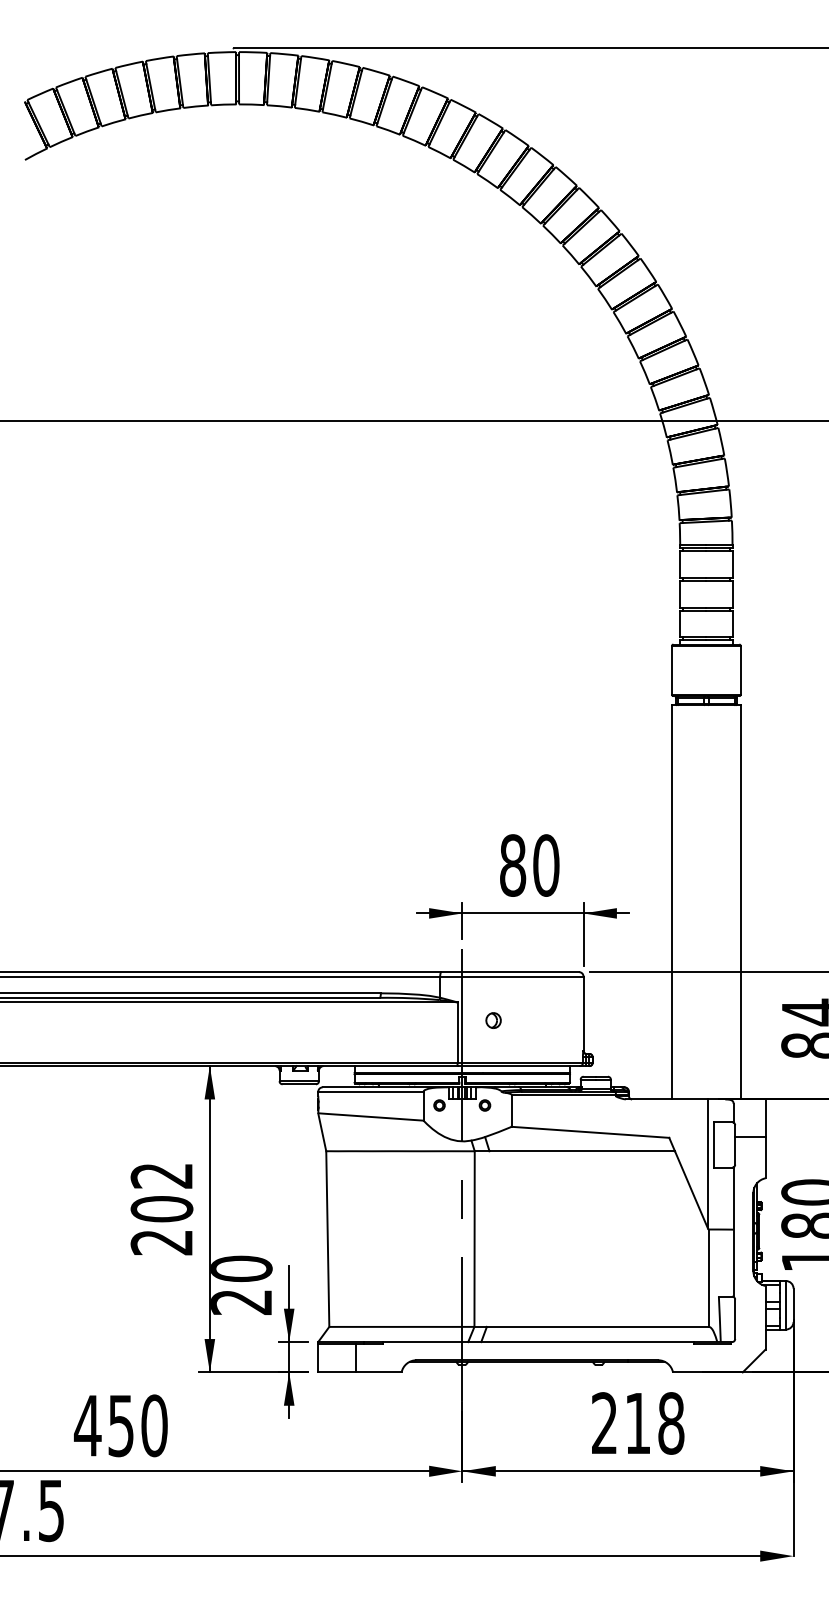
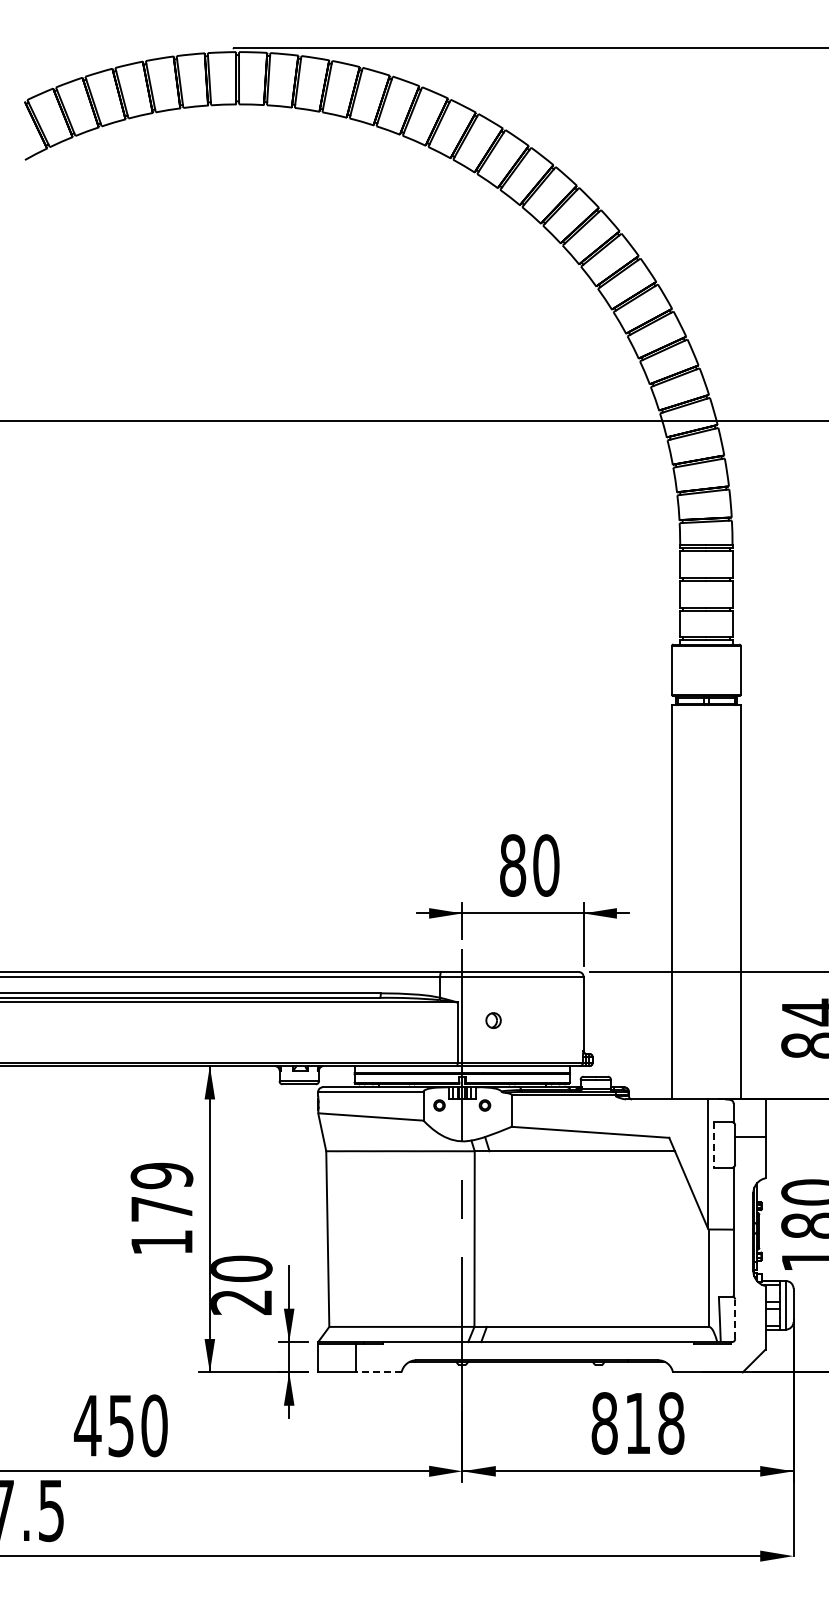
line at (714, 1144): solid -> dashed
text at (161, 1208): 202 -> 179
line at (735, 1319): solid -> dashed
line at (378, 1372): solid -> dashed
text at (604, 1423): 218 -> 818
